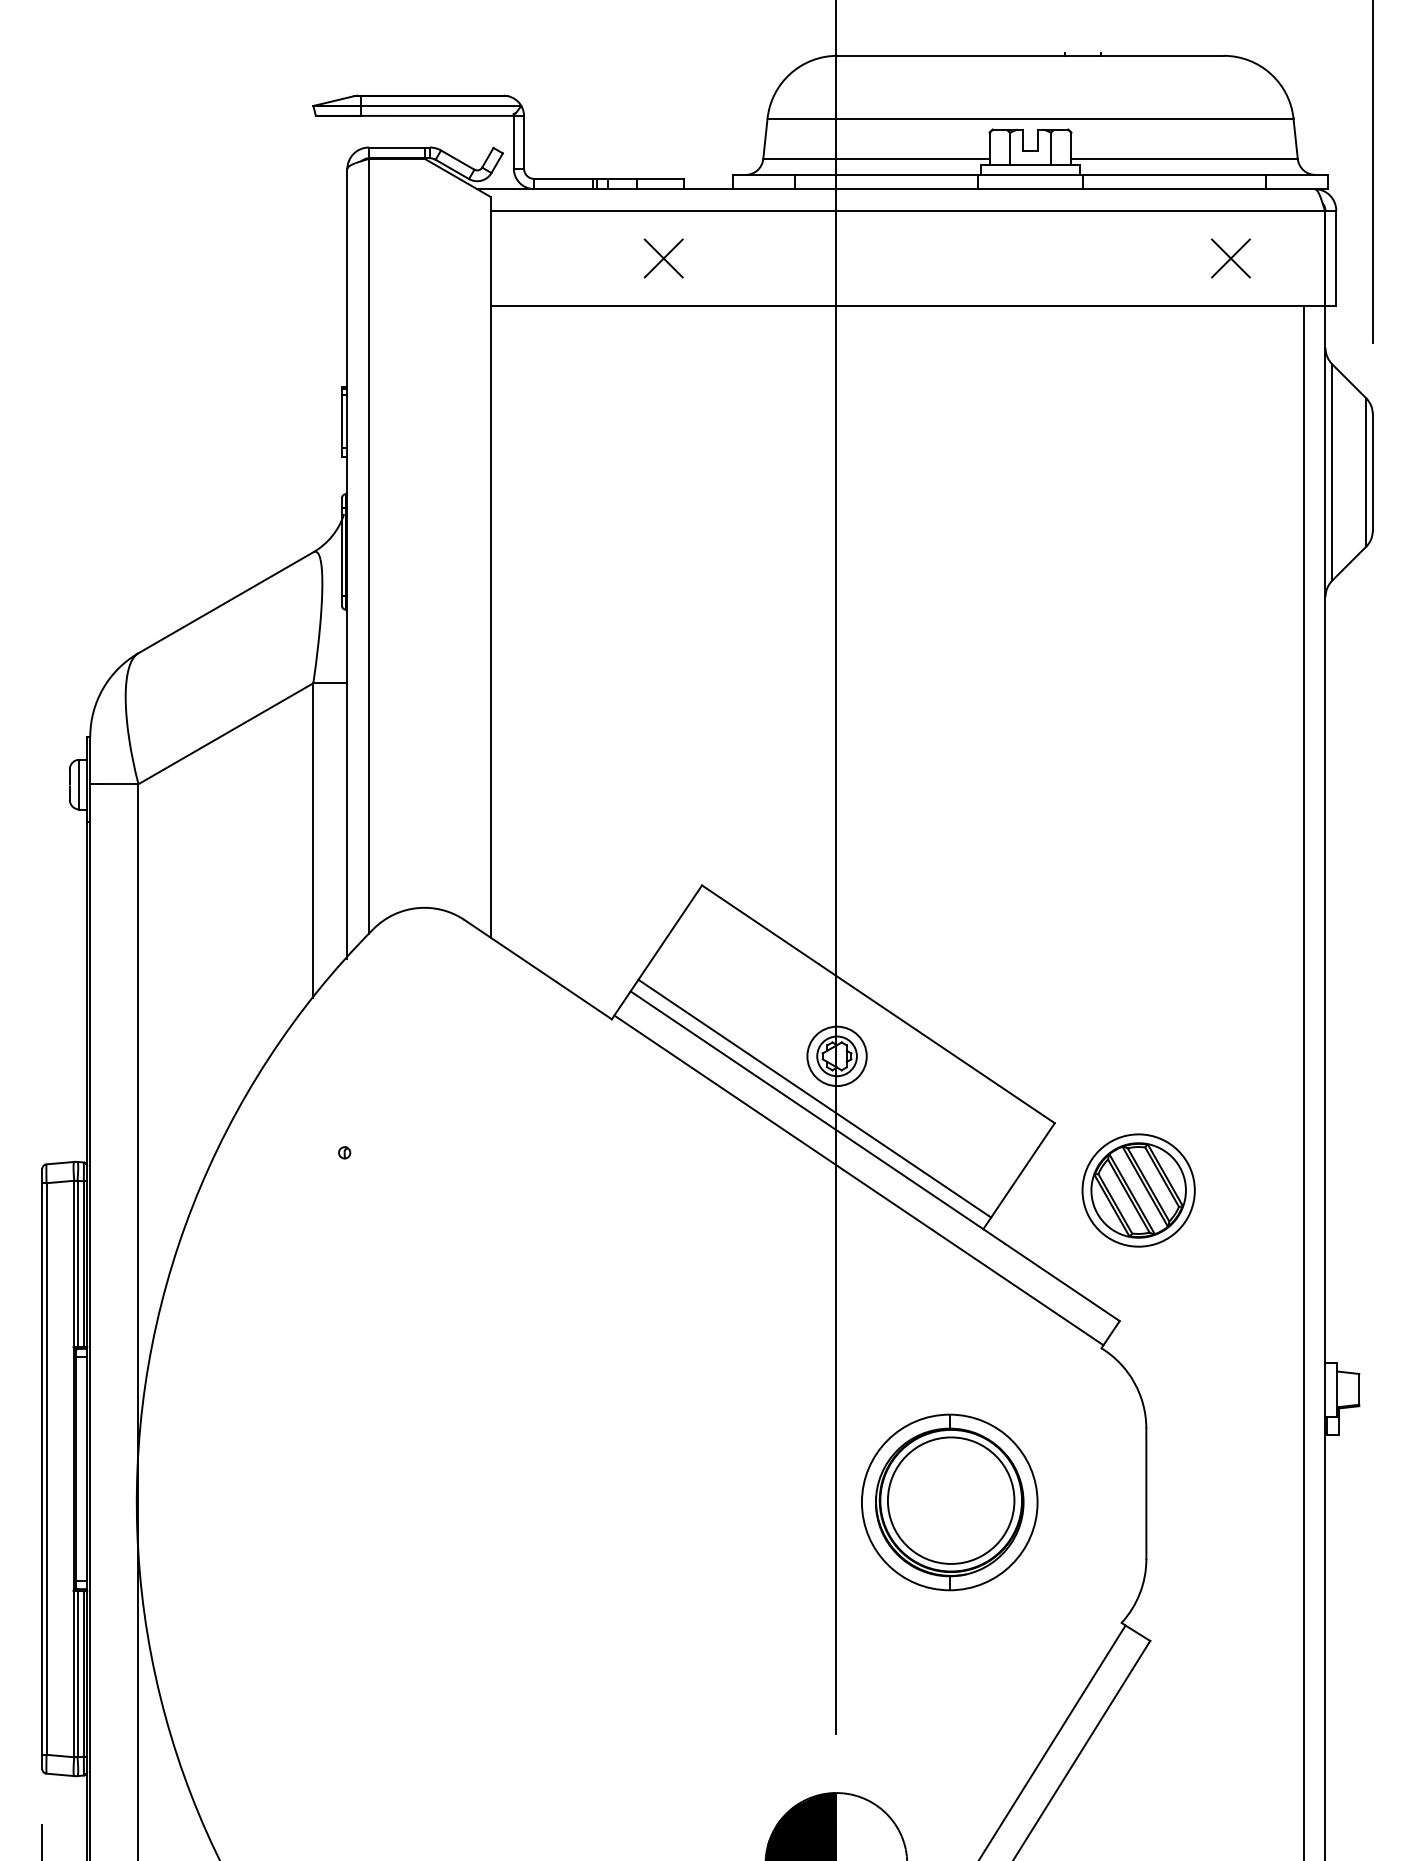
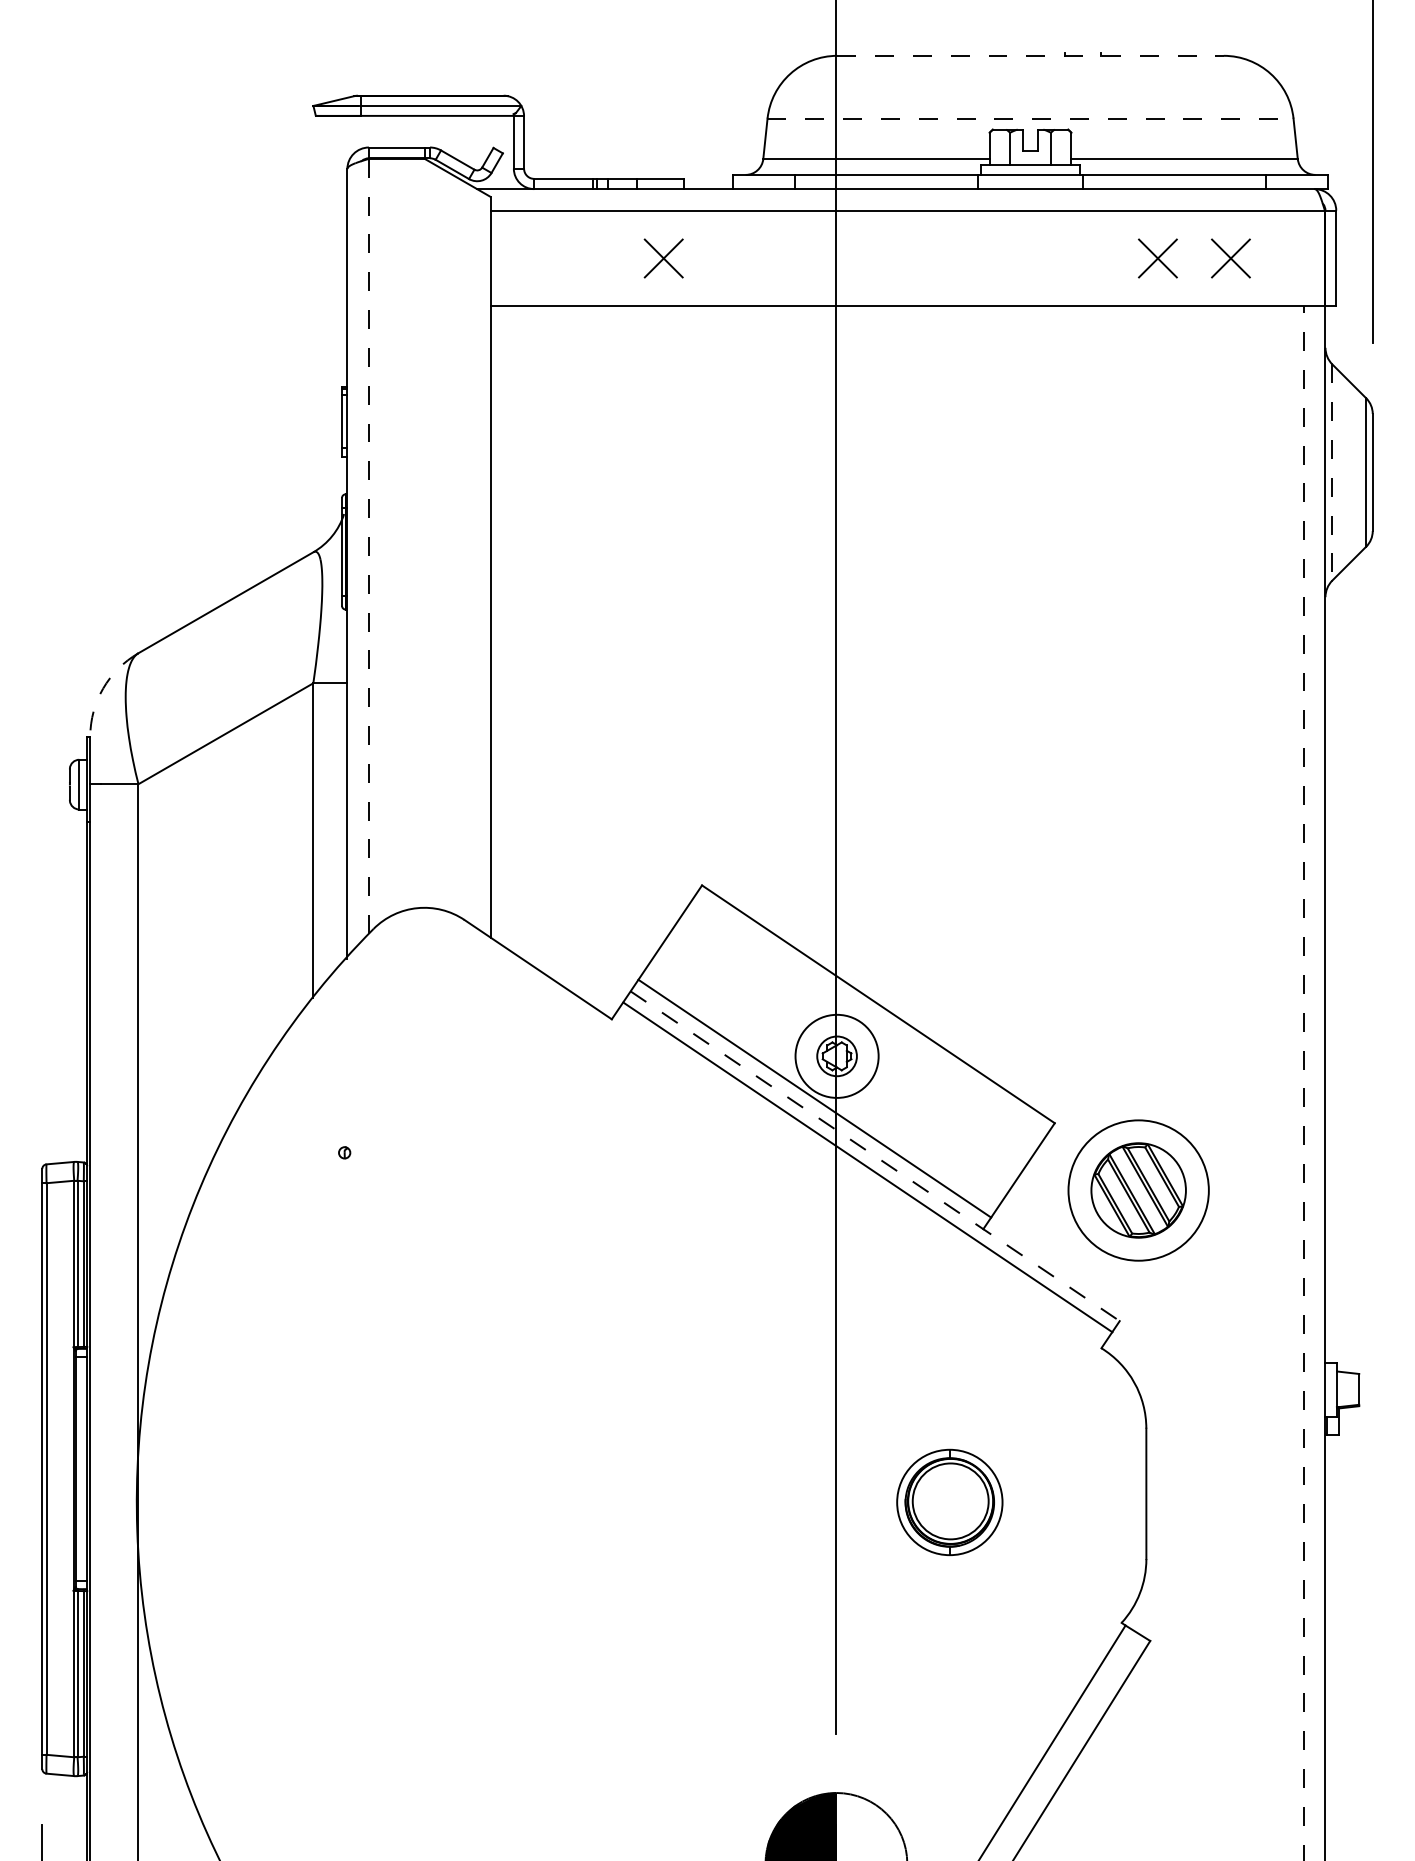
line at (1031, 55): solid -> dashed
line at (1030, 118): solid -> dashed
part at (1157, 258): none -> present
line at (1332, 473): solid -> dashed
line at (368, 546): solid -> dashed
arc at (103, 688): solid -> dashed
circle at (836, 1056) diameter: 59 px -> 83 px
line at (1303, 1083): solid -> dashed
line at (875, 1156): solid -> dashed
line at (858, 1180) position: (858, 1180) -> (867, 1167)
circle at (1138, 1190) diameter: 112 px -> 140 px
part at (949, 1502) size: 178x179 px -> 108x109 px
